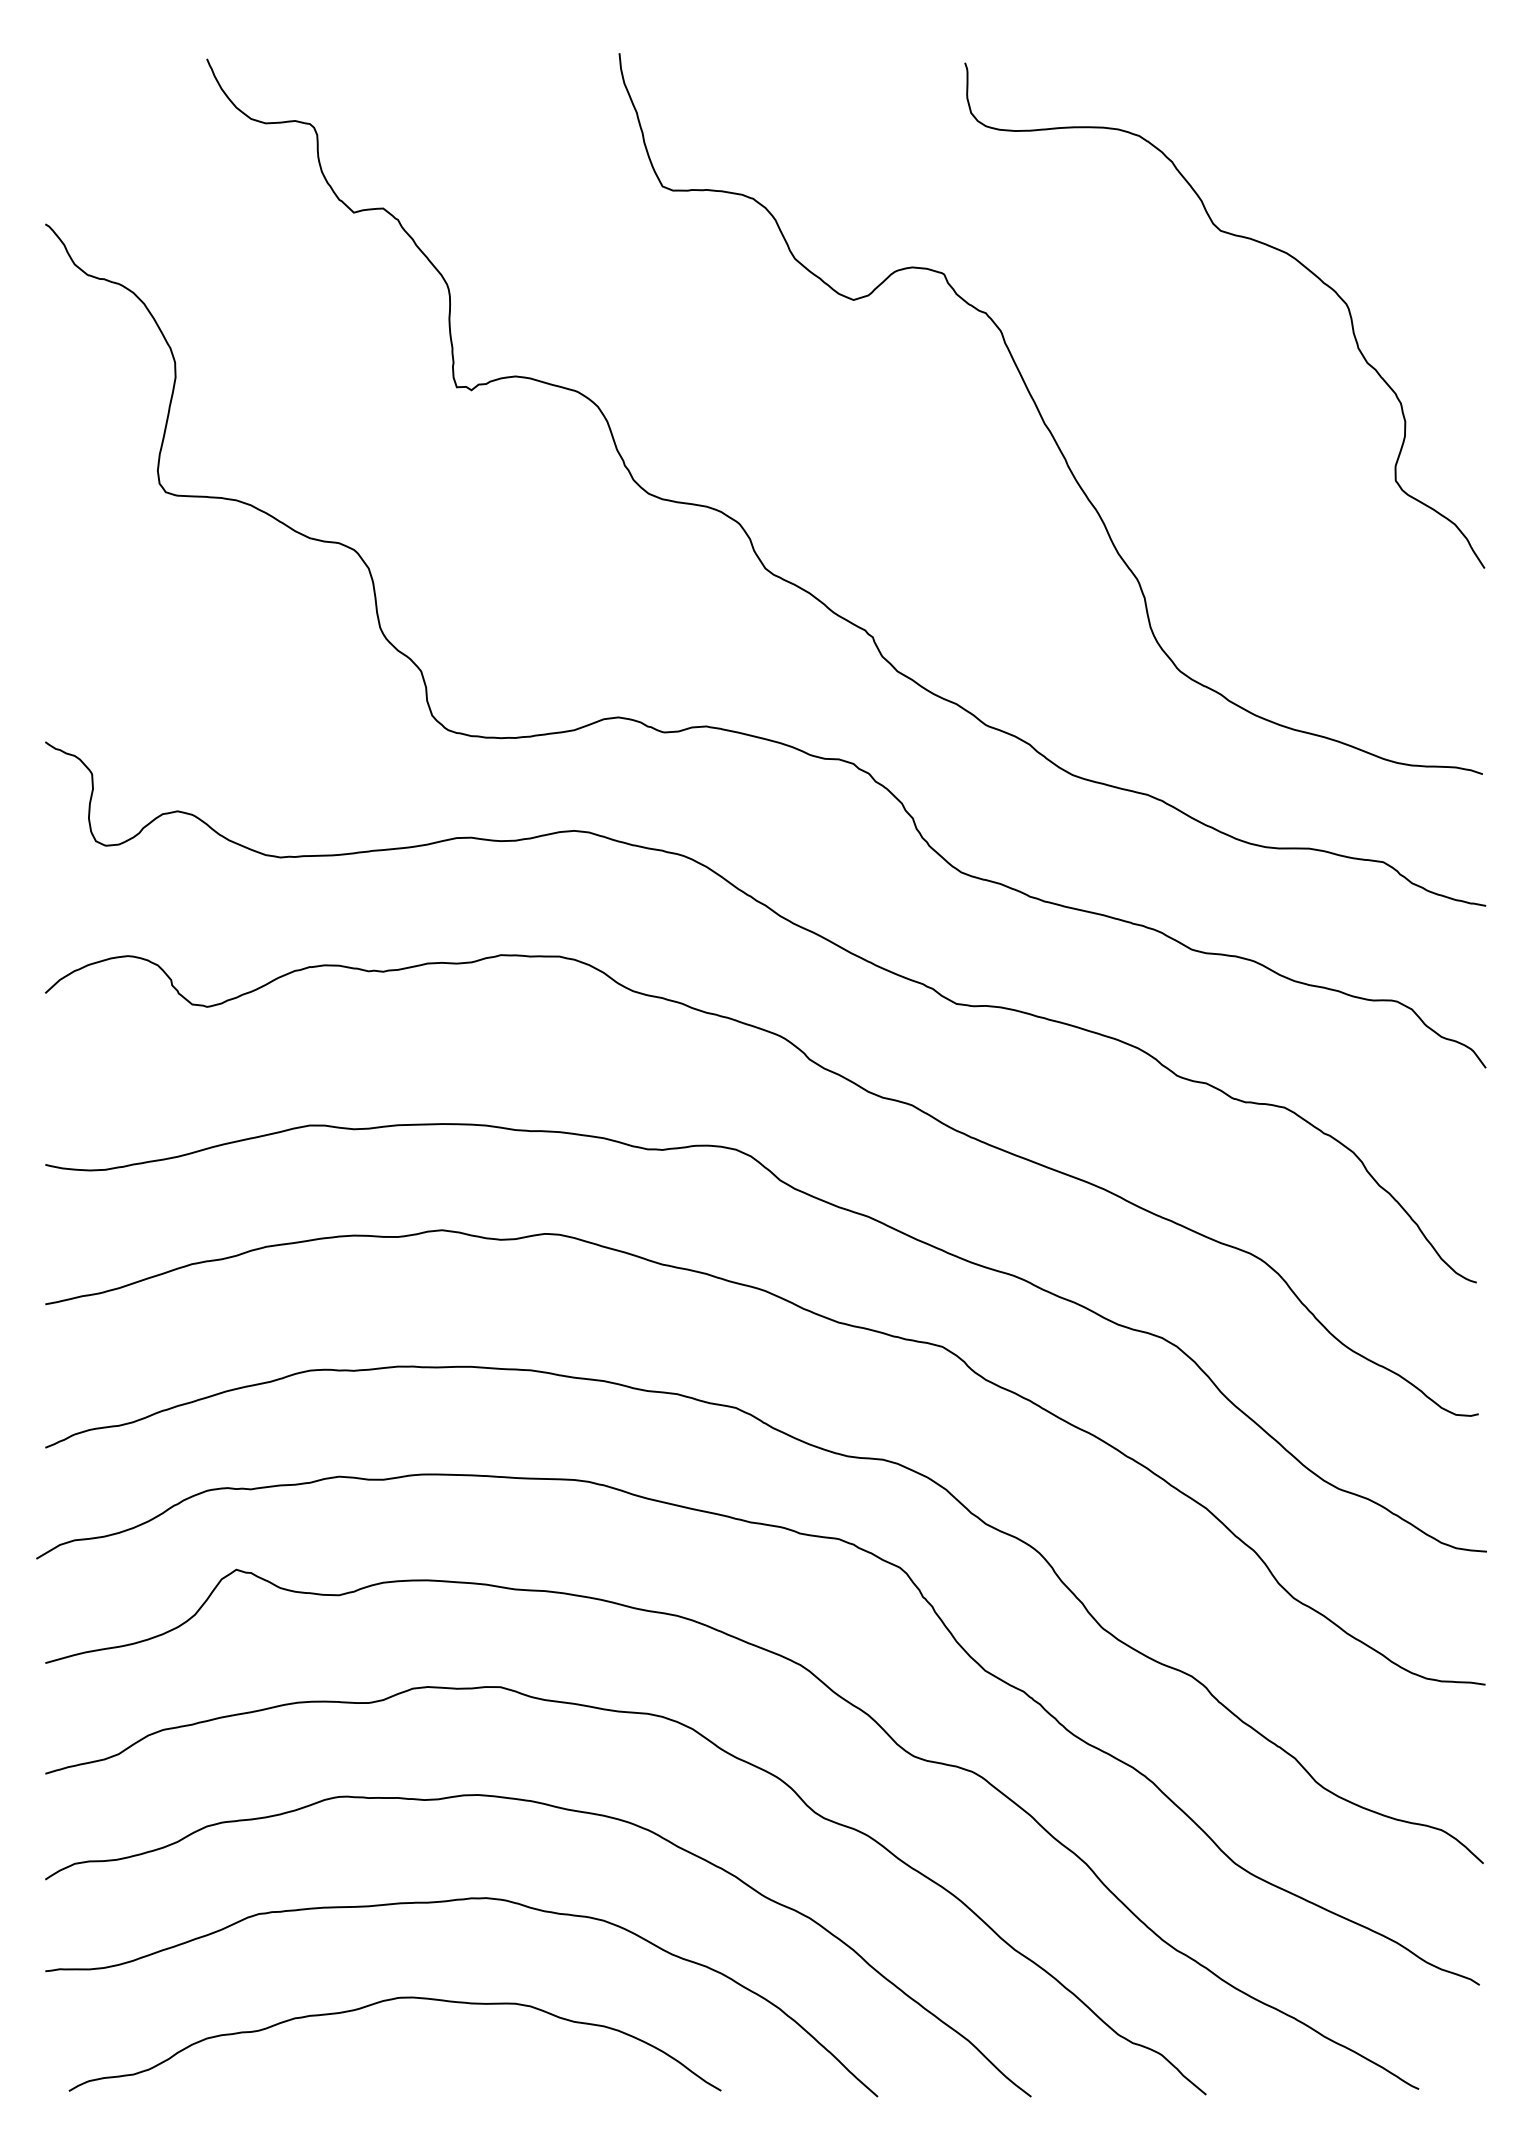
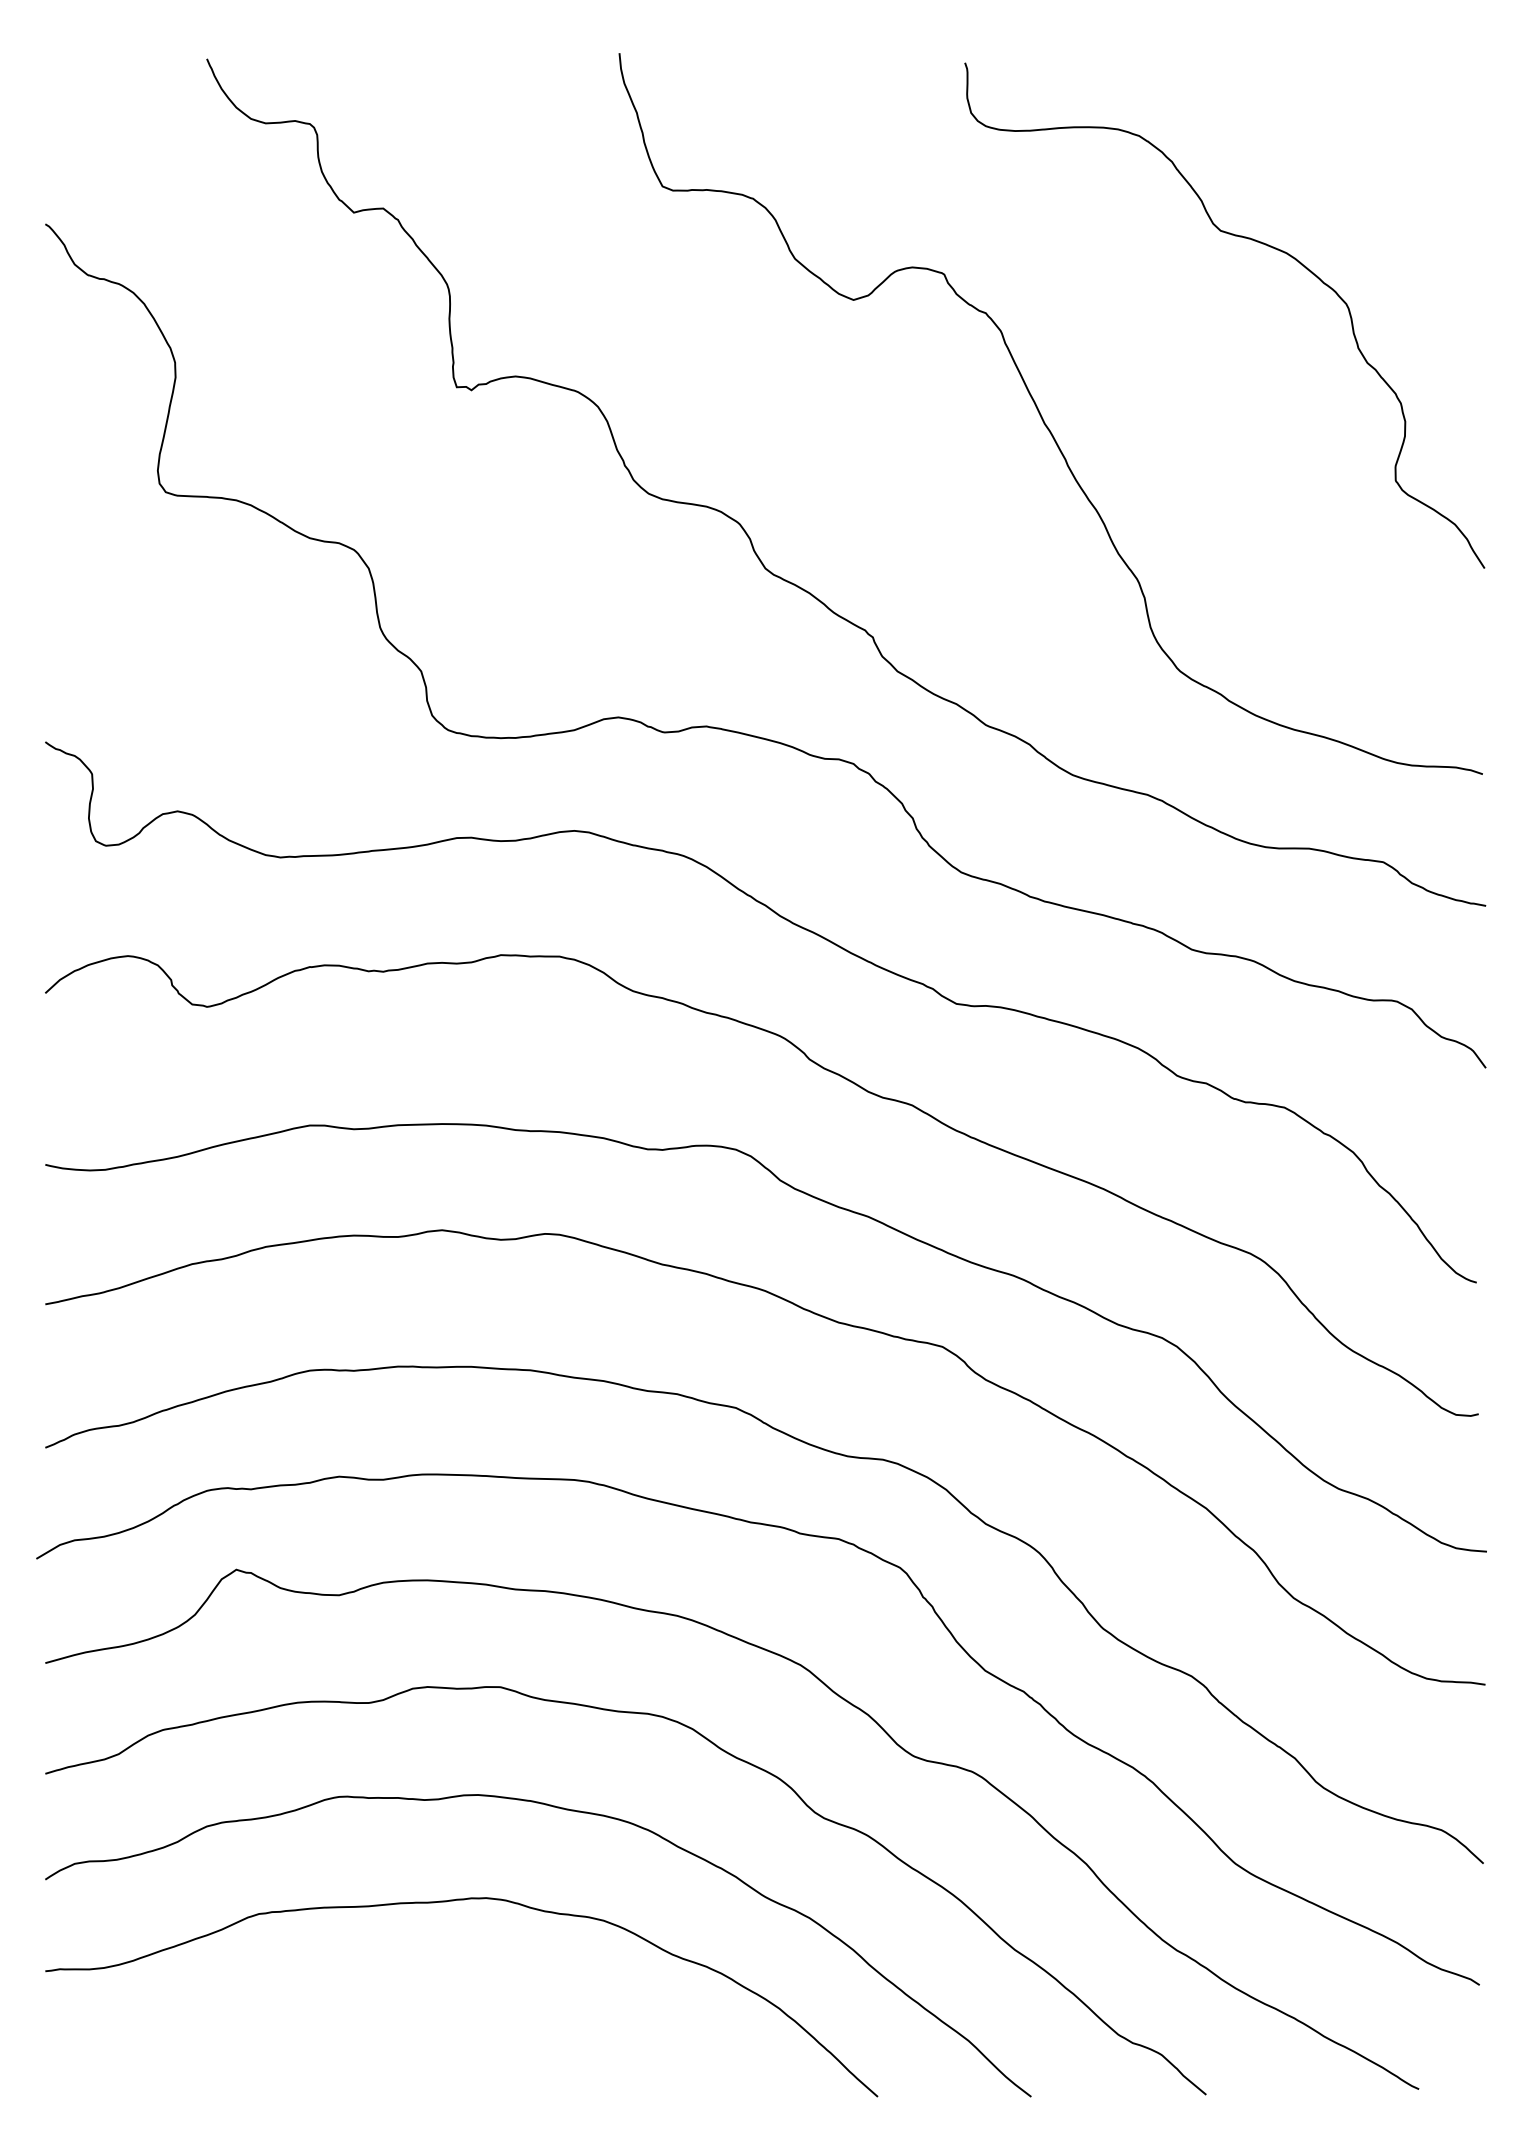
curve at (387, 2001): present -> none
